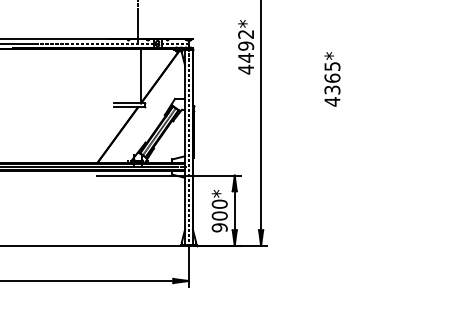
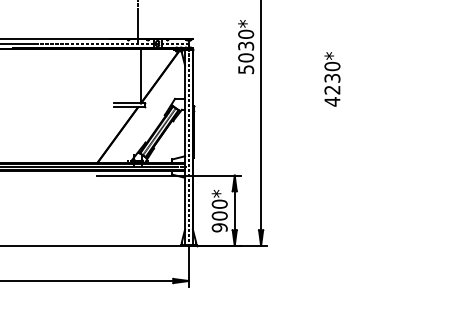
text at (246, 51): 4492* -> 5030*
text at (332, 77): 4365* -> 4230*
